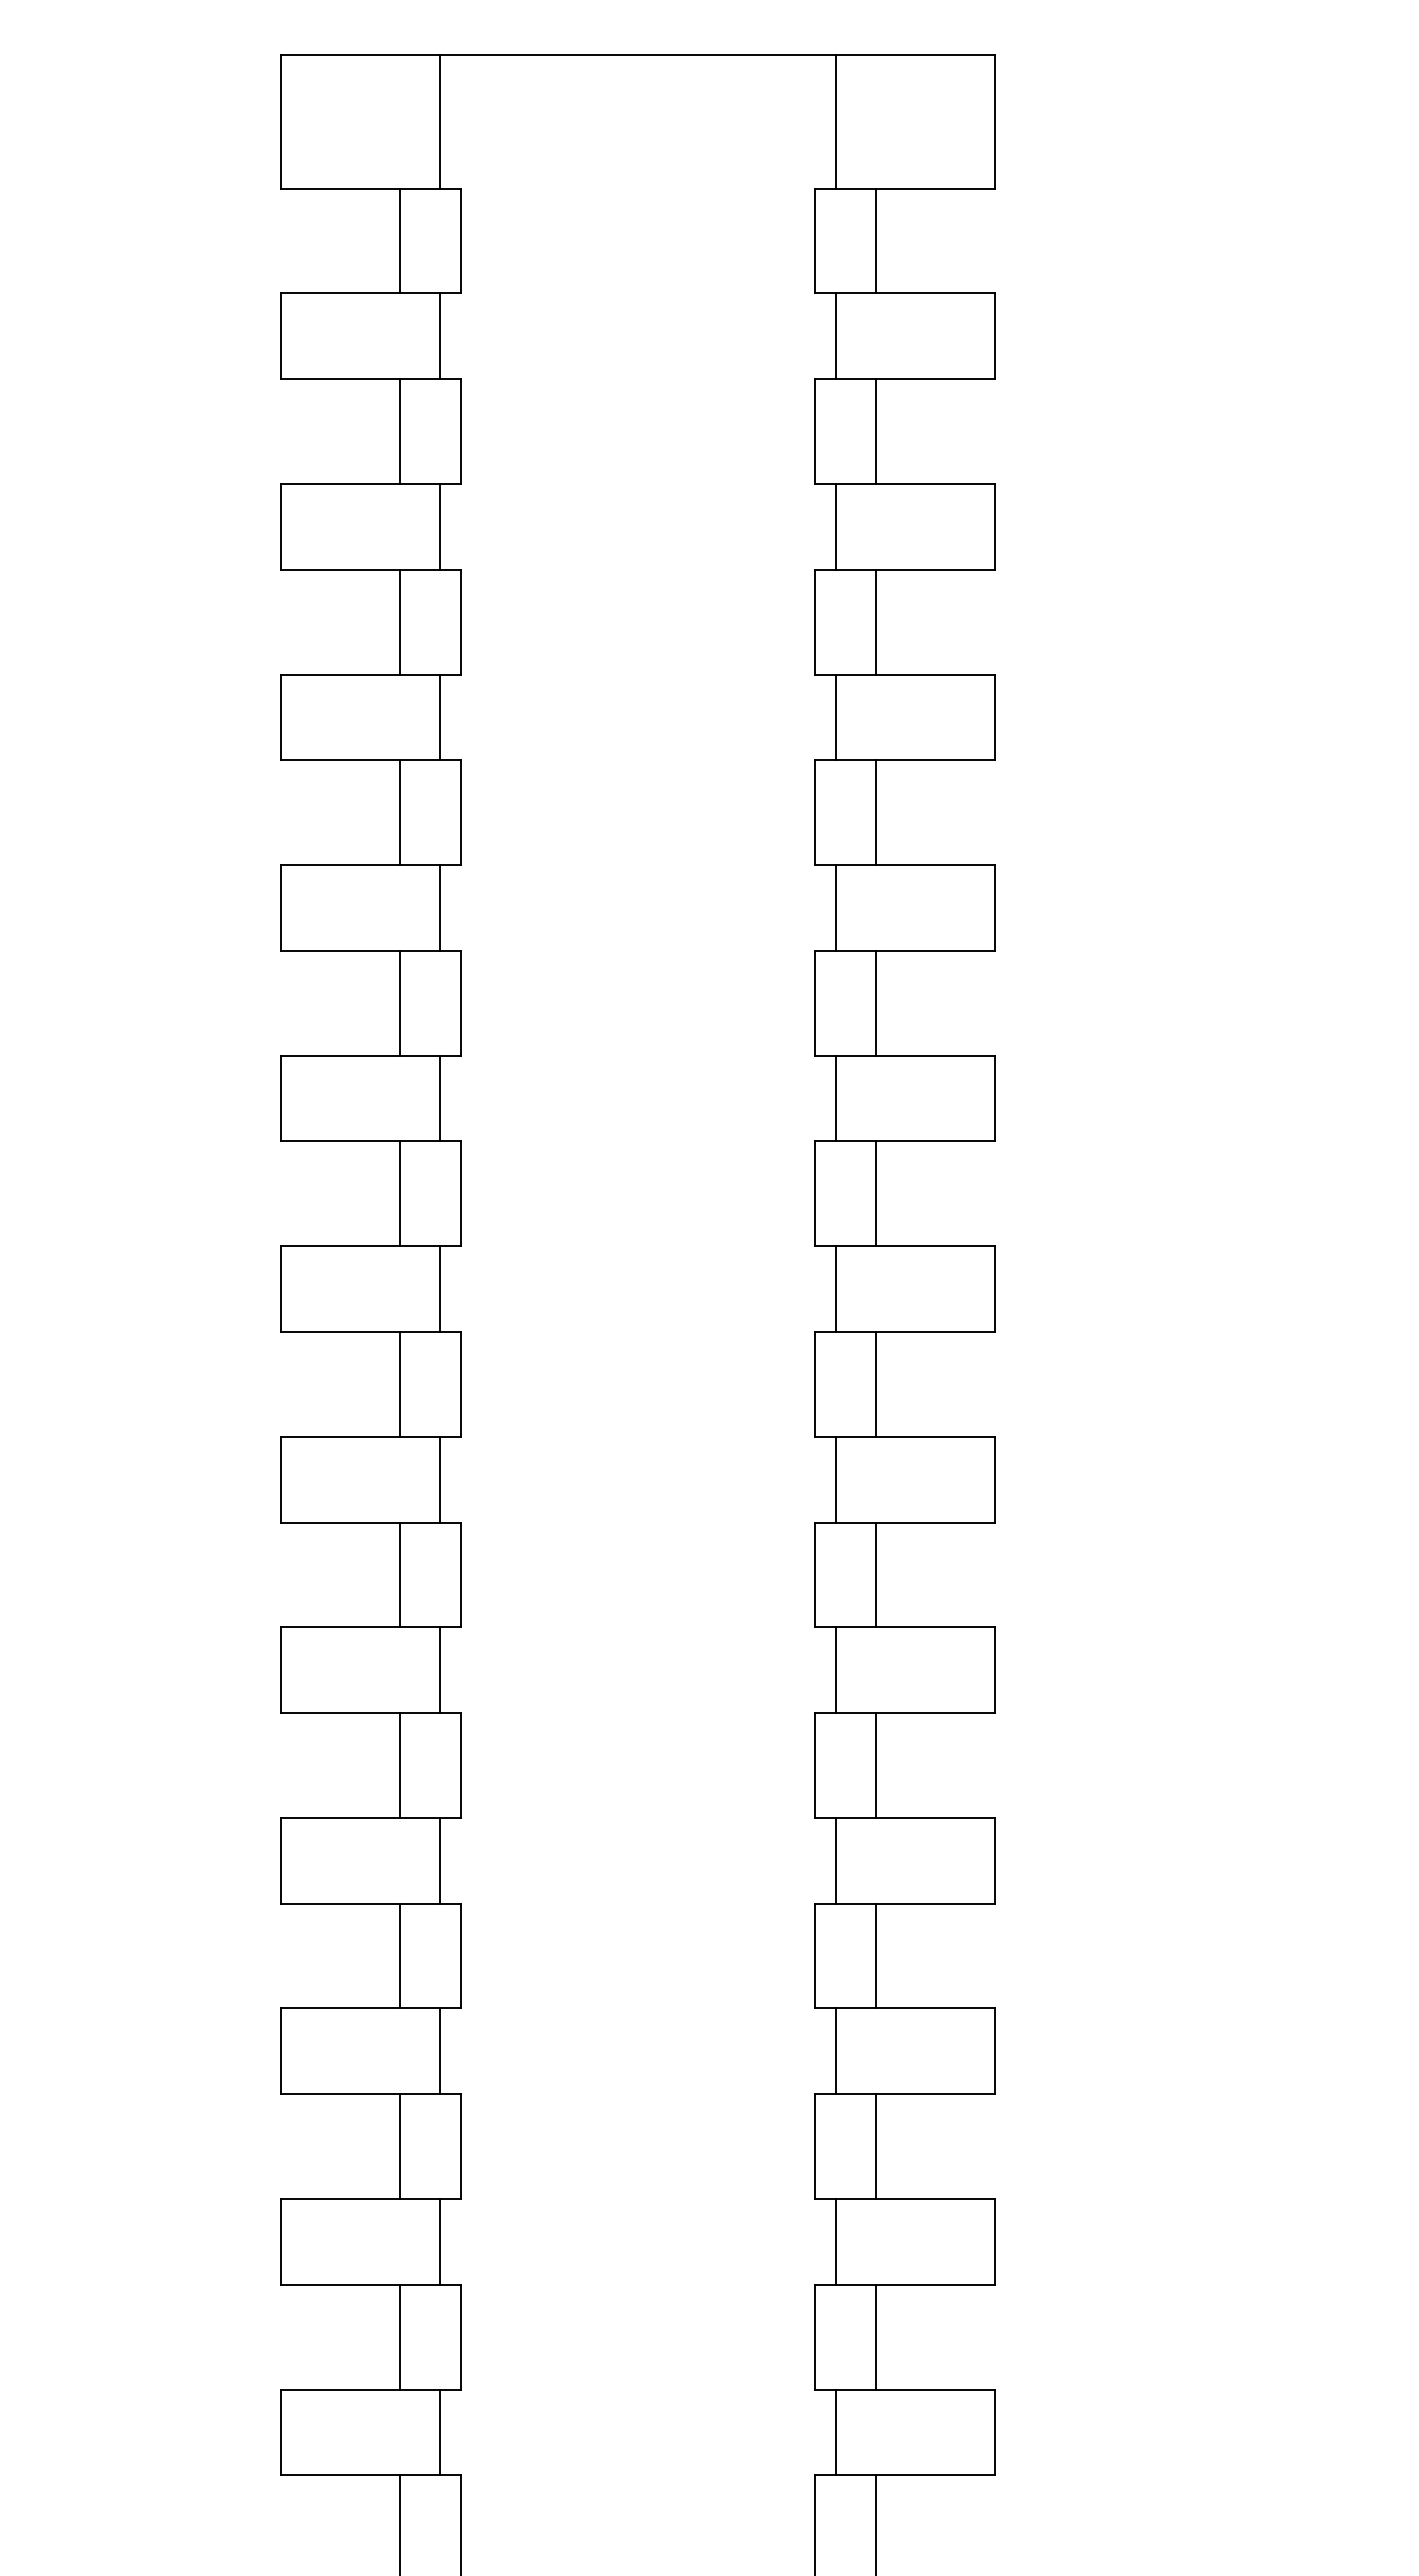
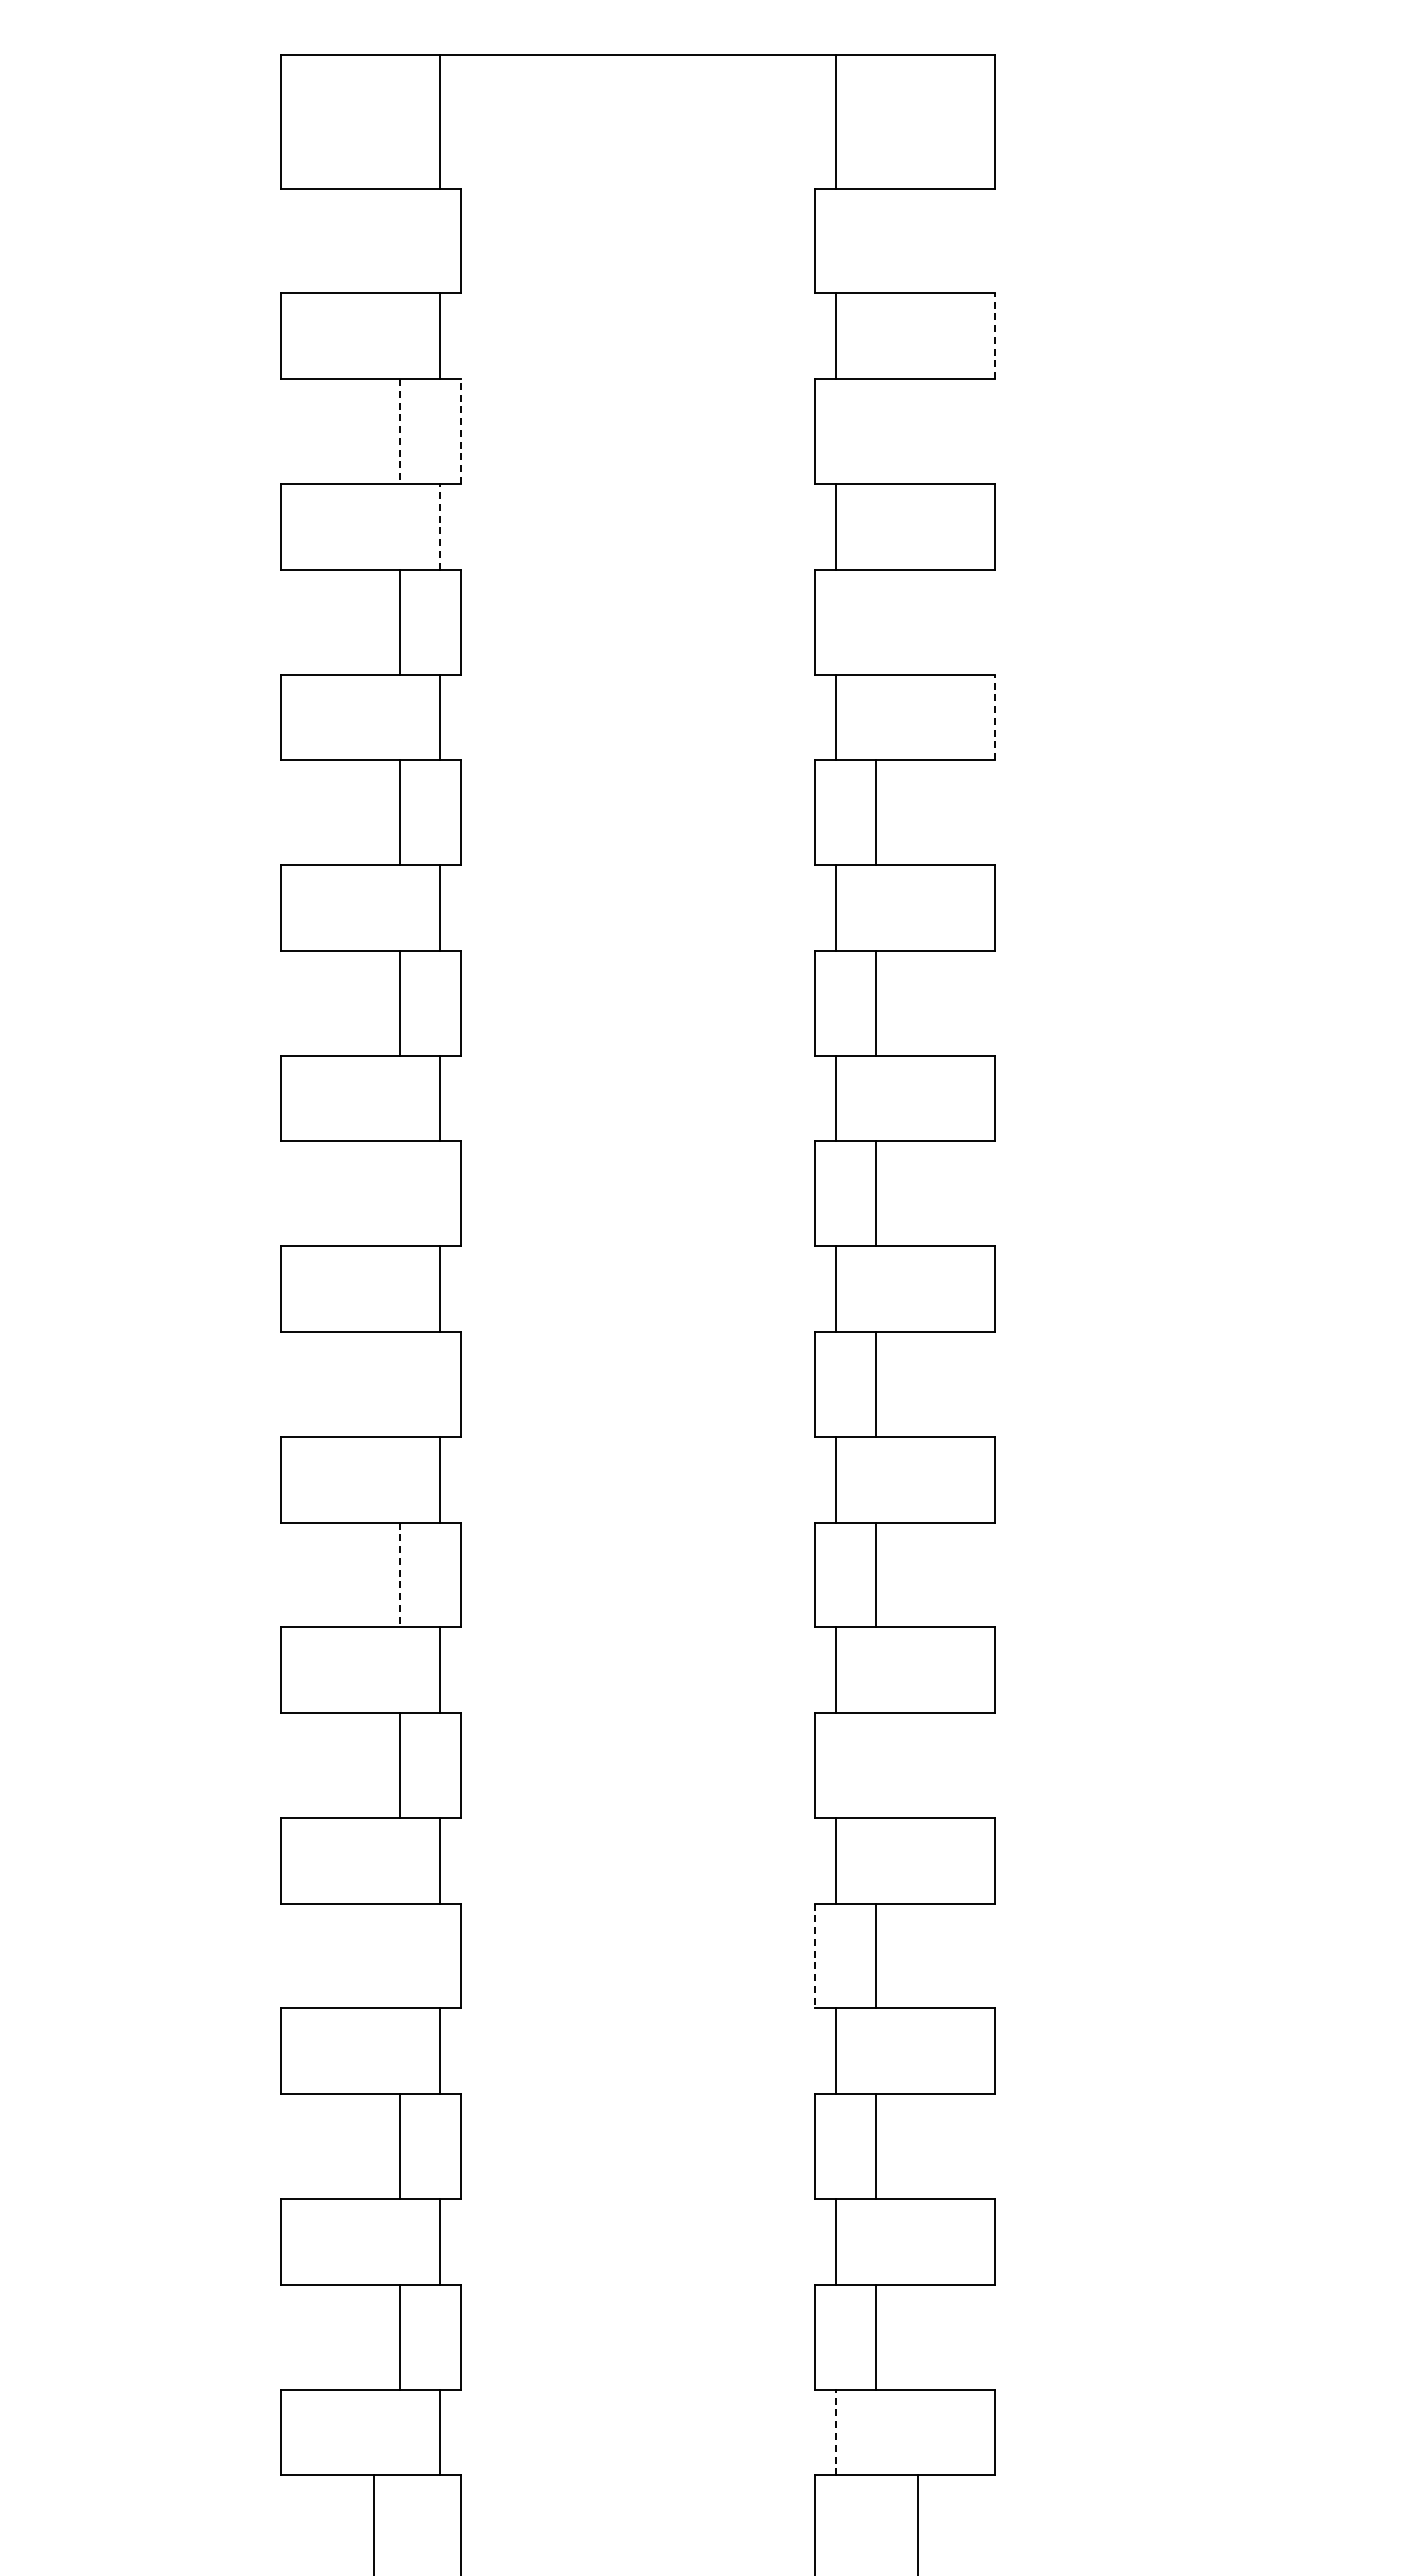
line at (399, 240): present -> none
line at (876, 240): present -> none
line at (995, 336): solid -> dashed
line at (461, 431): solid -> dashed
line at (876, 431): present -> none
line at (399, 432): solid -> dashed
line at (440, 526): solid -> dashed
line at (876, 621): present -> none
line at (995, 717): solid -> dashed
line at (399, 1193): present -> none
line at (399, 1383): present -> none
line at (399, 1575): solid -> dashed
line at (876, 1765): present -> none
line at (399, 1955): present -> none
line at (814, 1956): solid -> dashed
line at (835, 2432): solid -> dashed
line at (399, 2523) position: (399, 2523) -> (373, 2523)
line at (876, 2523) position: (876, 2523) -> (918, 2523)
